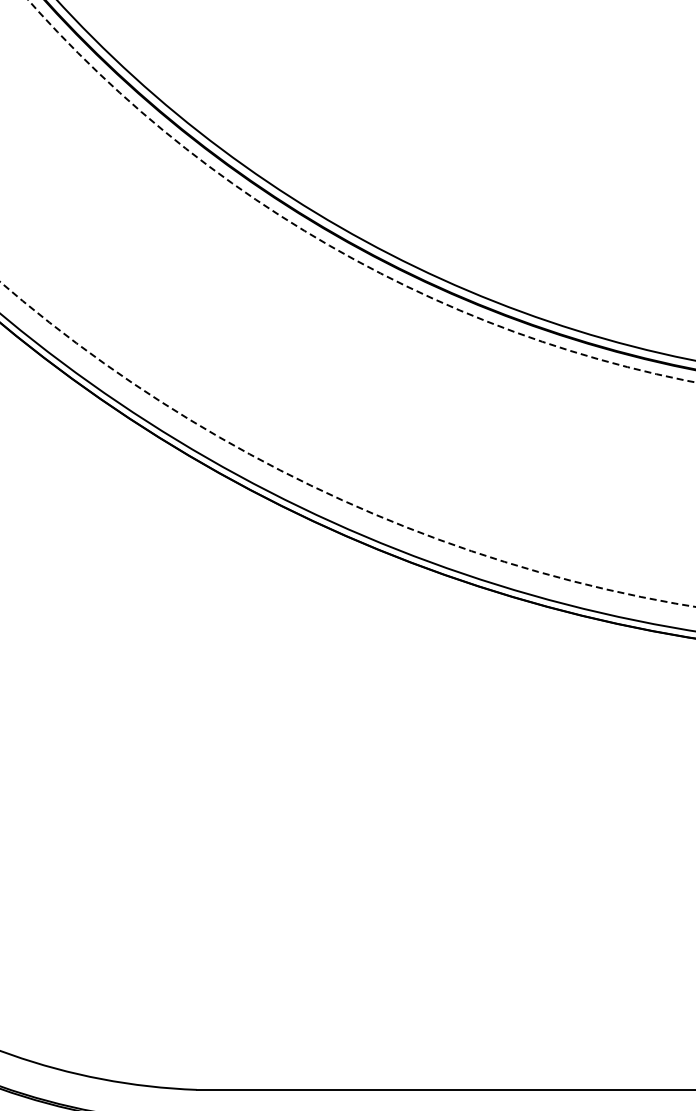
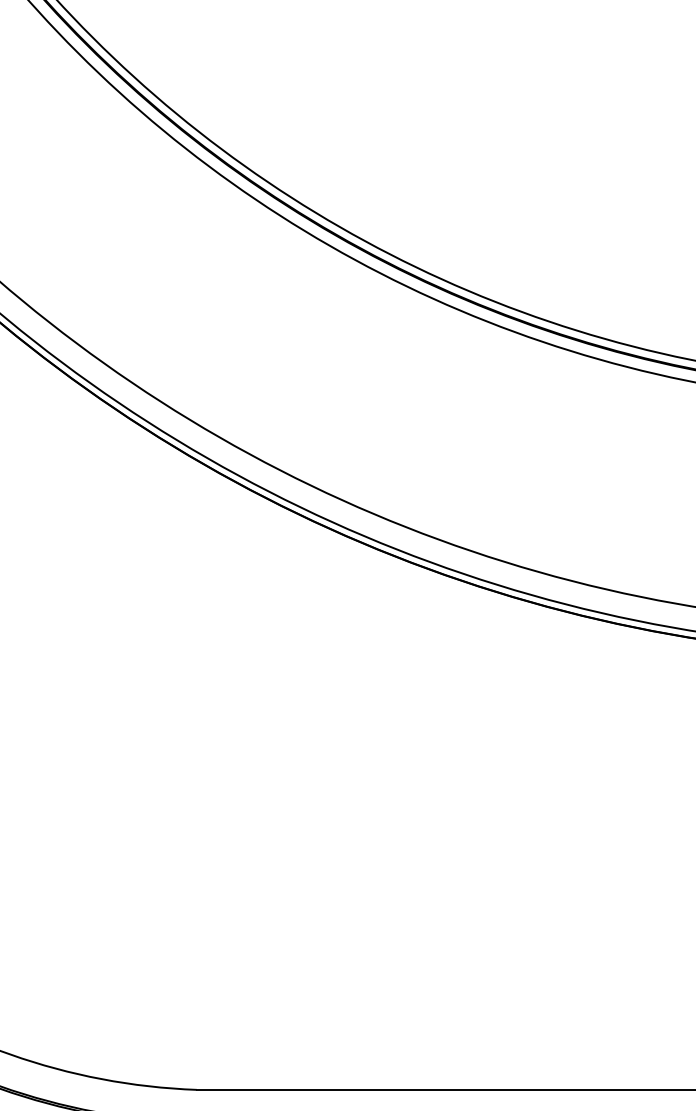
circle at (361, 191): dashed -> solid
circle at (347, 444): dashed -> solid
